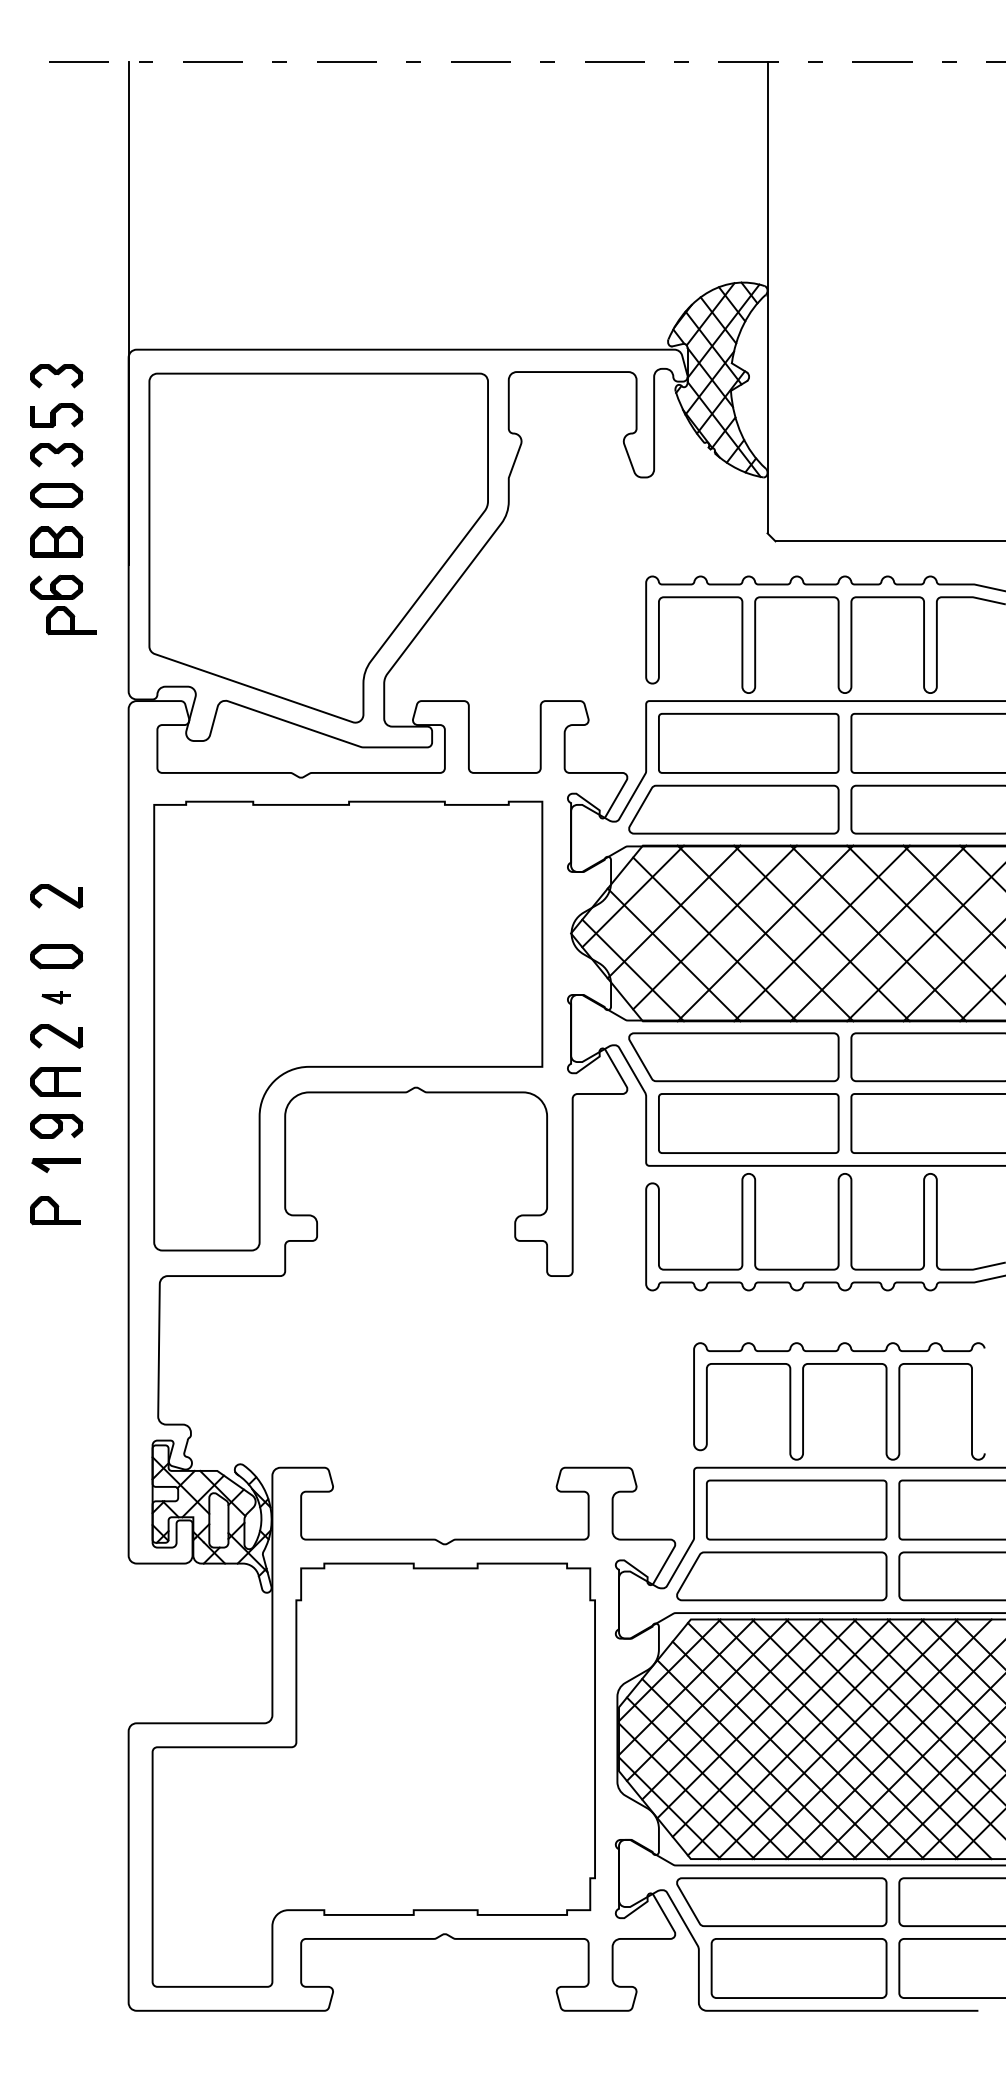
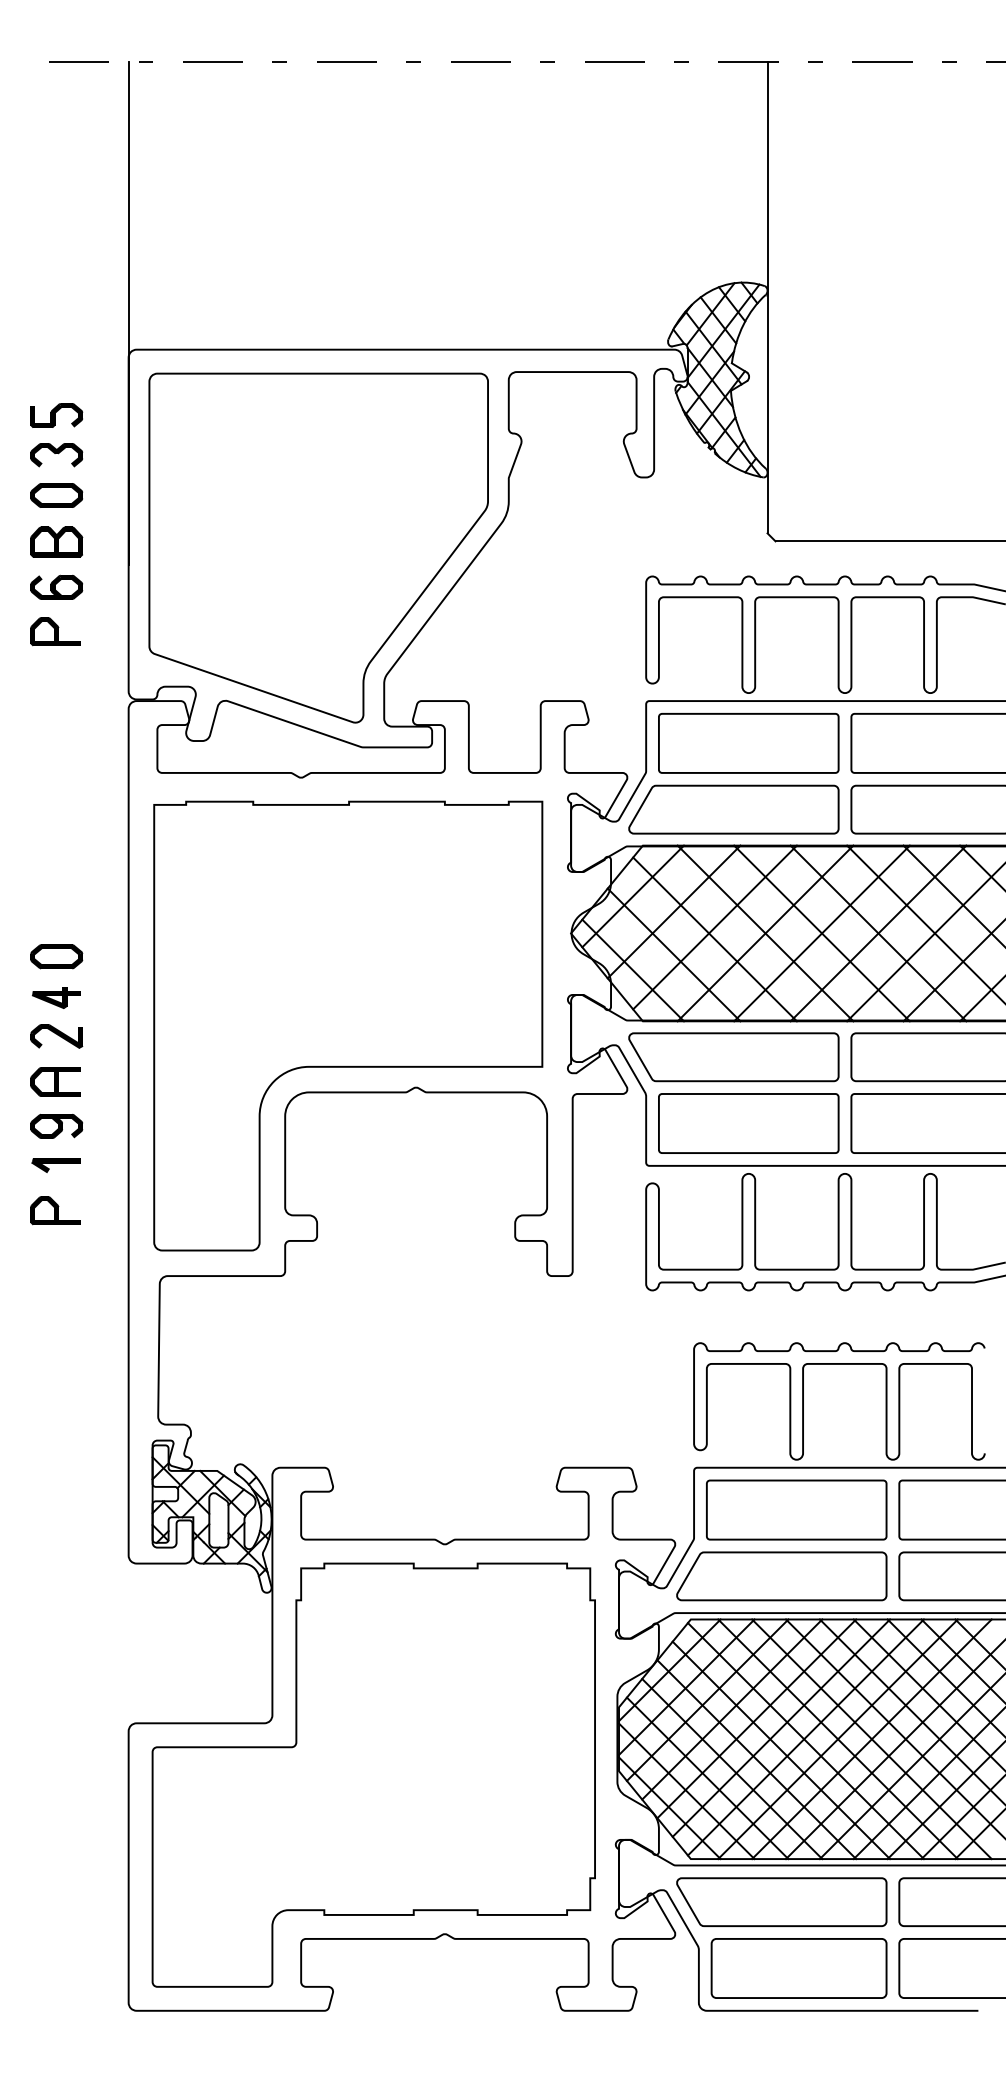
part at (56, 376): present -> none
part at (71, 620) position: (71, 620) -> (55, 631)
part at (56, 896): present -> none
part at (55, 997) size: 30x14 px -> 49x22 px
